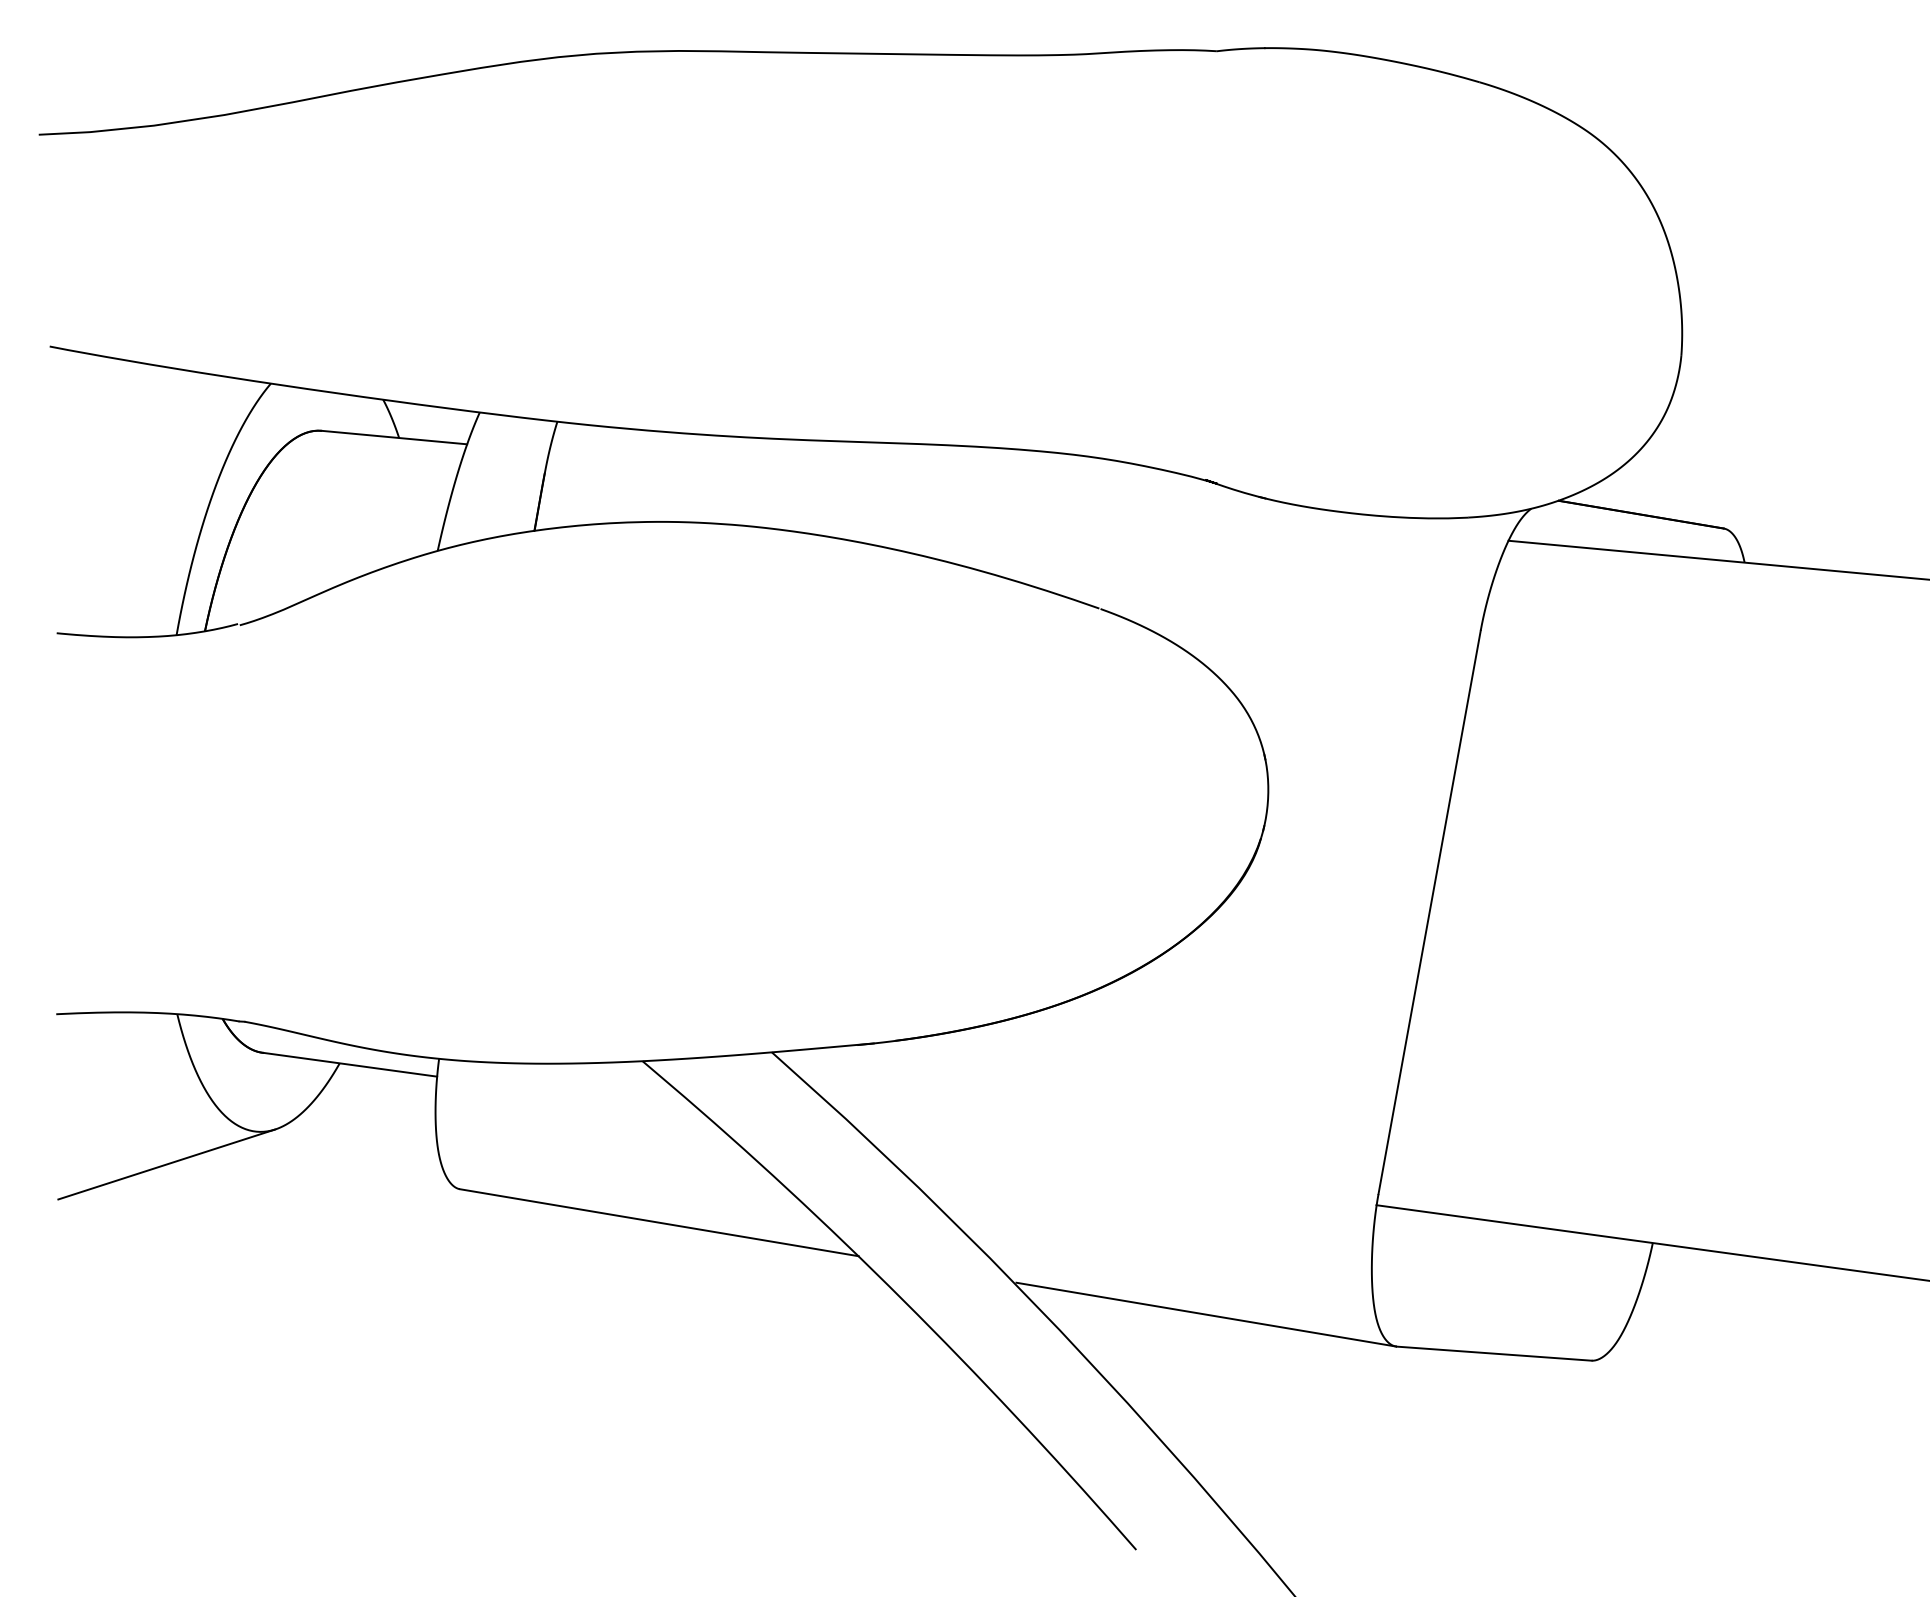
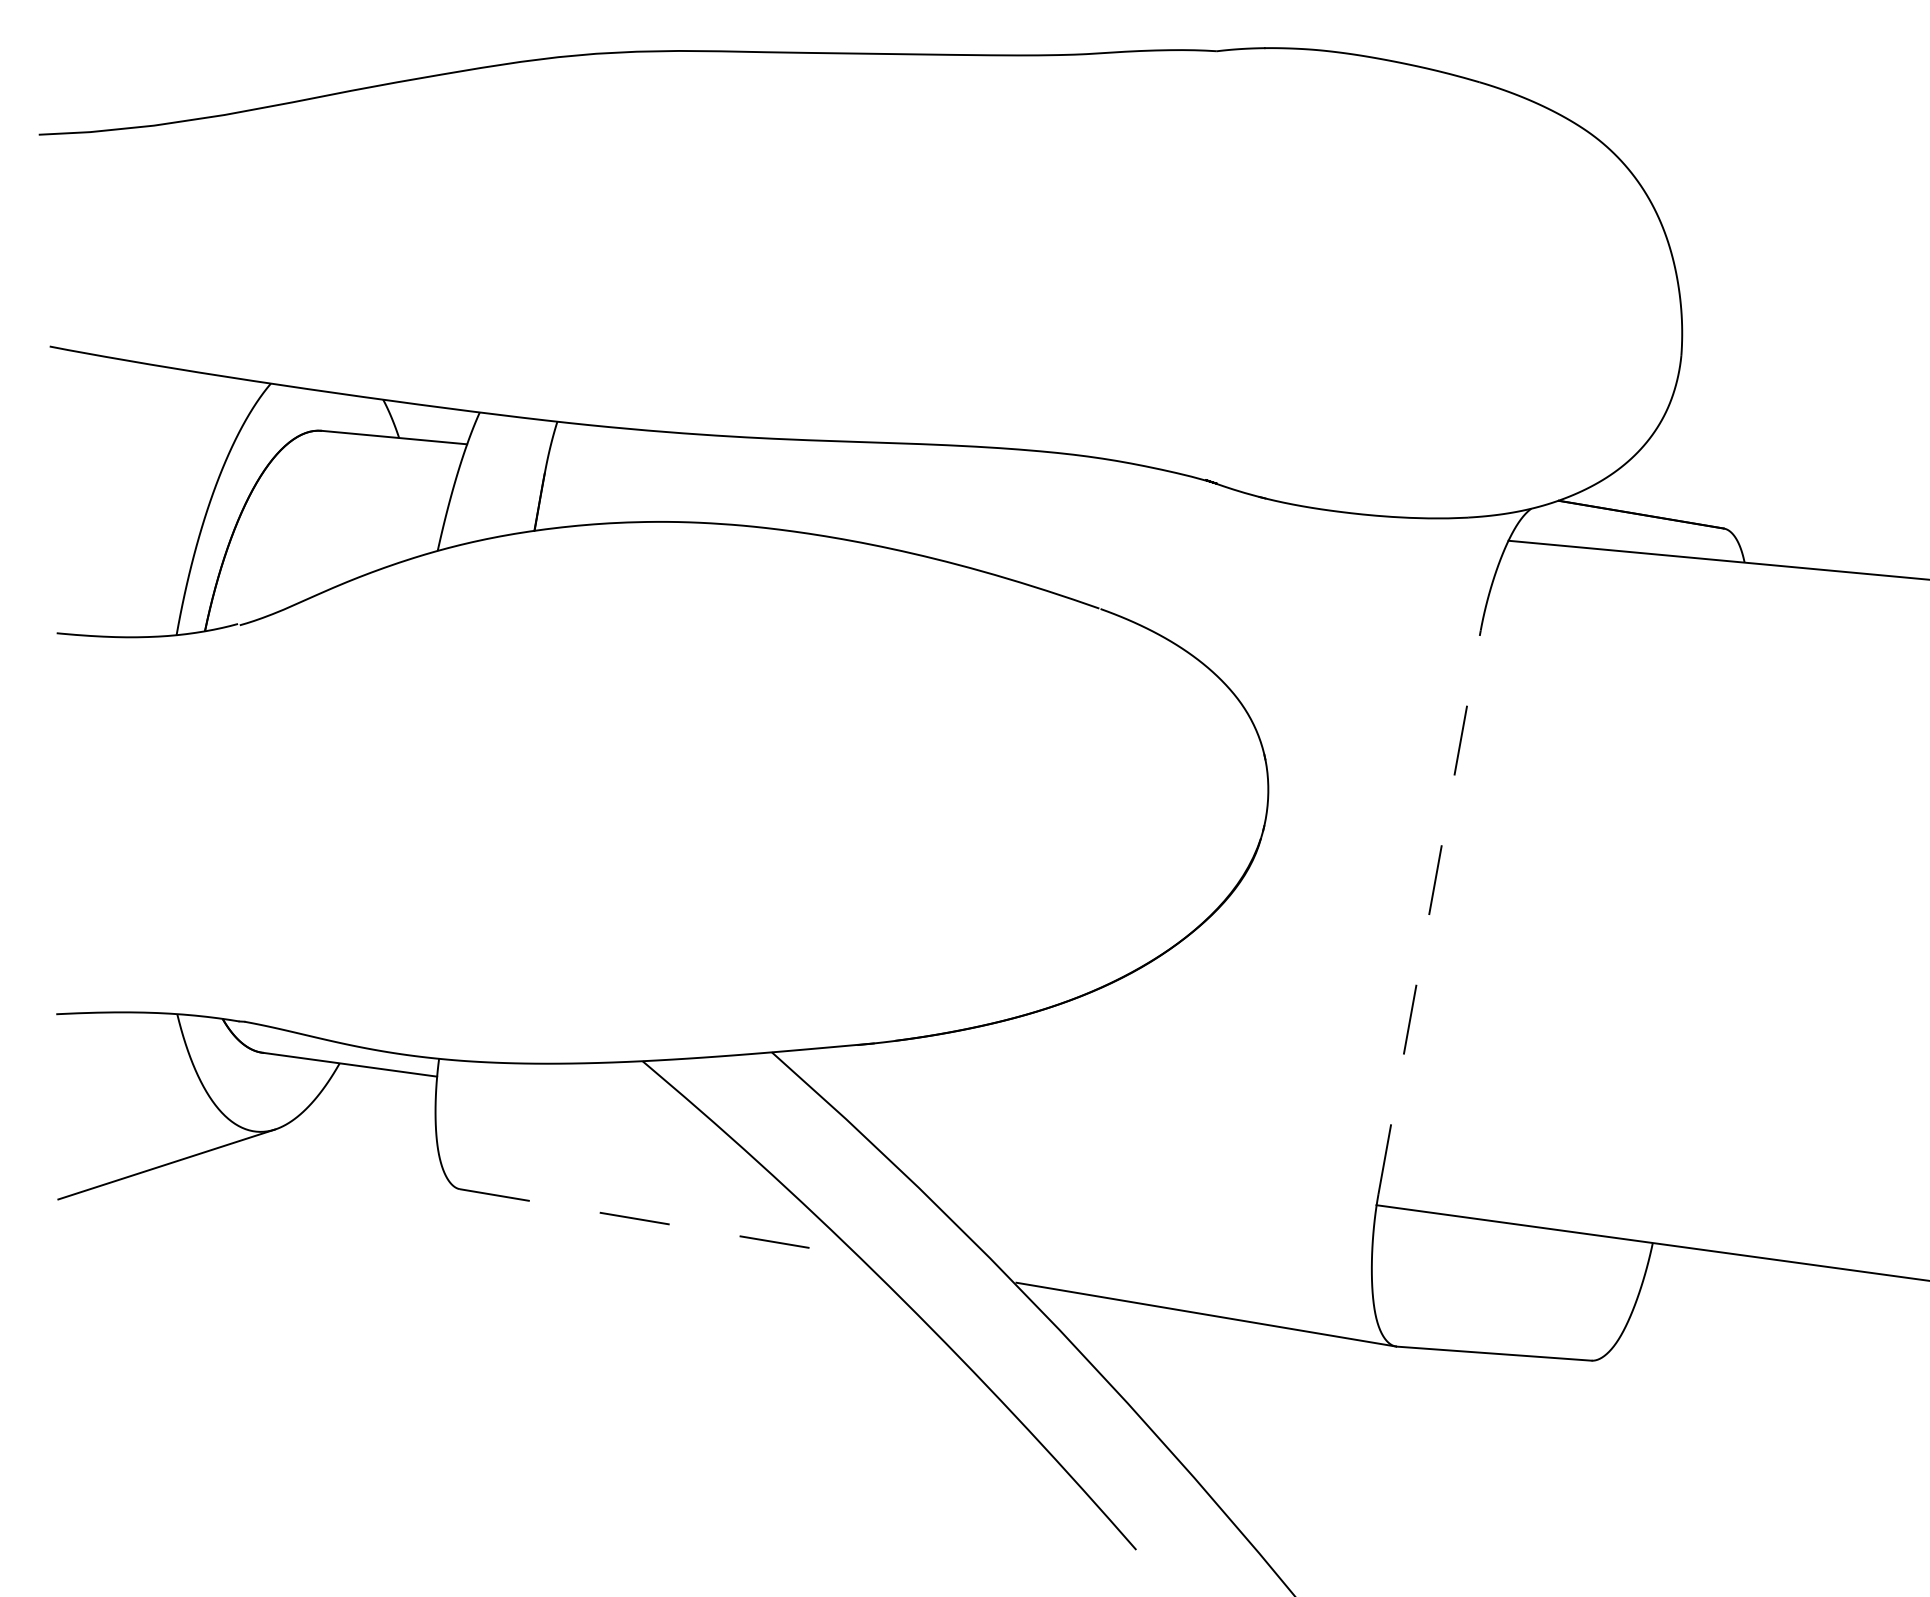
line at (1429, 911): solid -> dashed
line at (659, 1222): solid -> dashed
